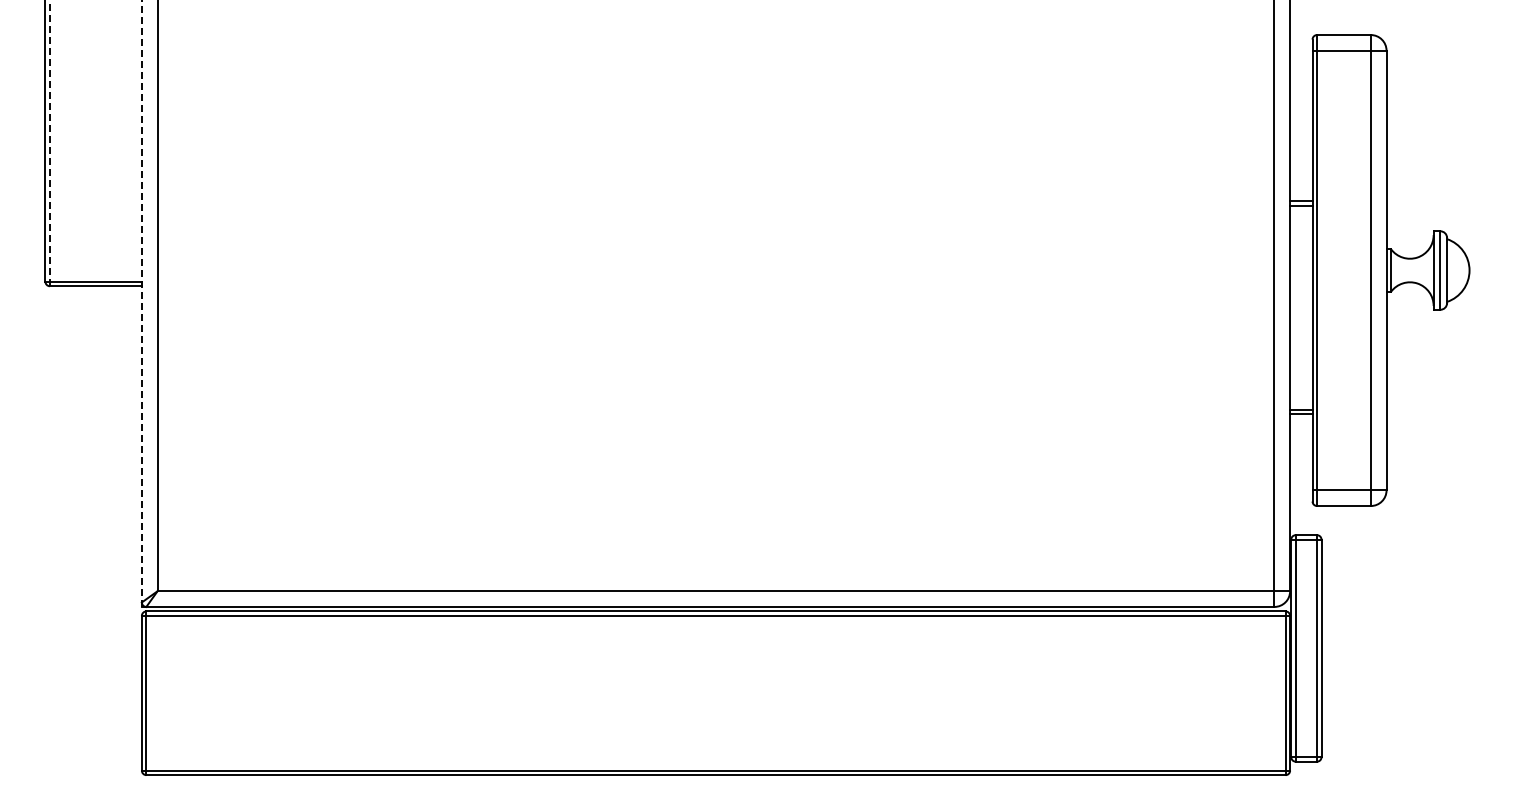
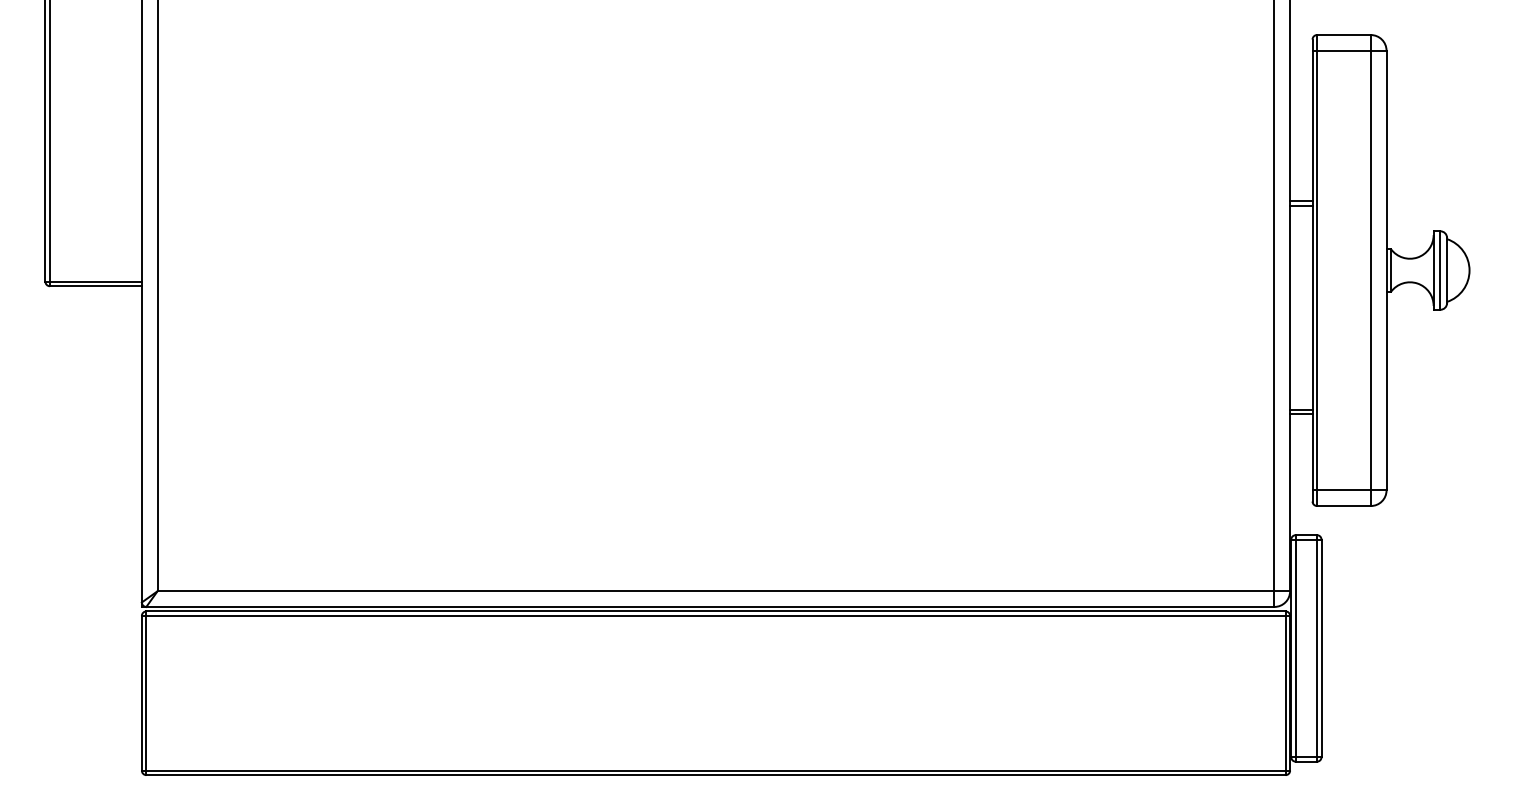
line at (49, 143): dashed -> solid
line at (141, 303): dashed -> solid
